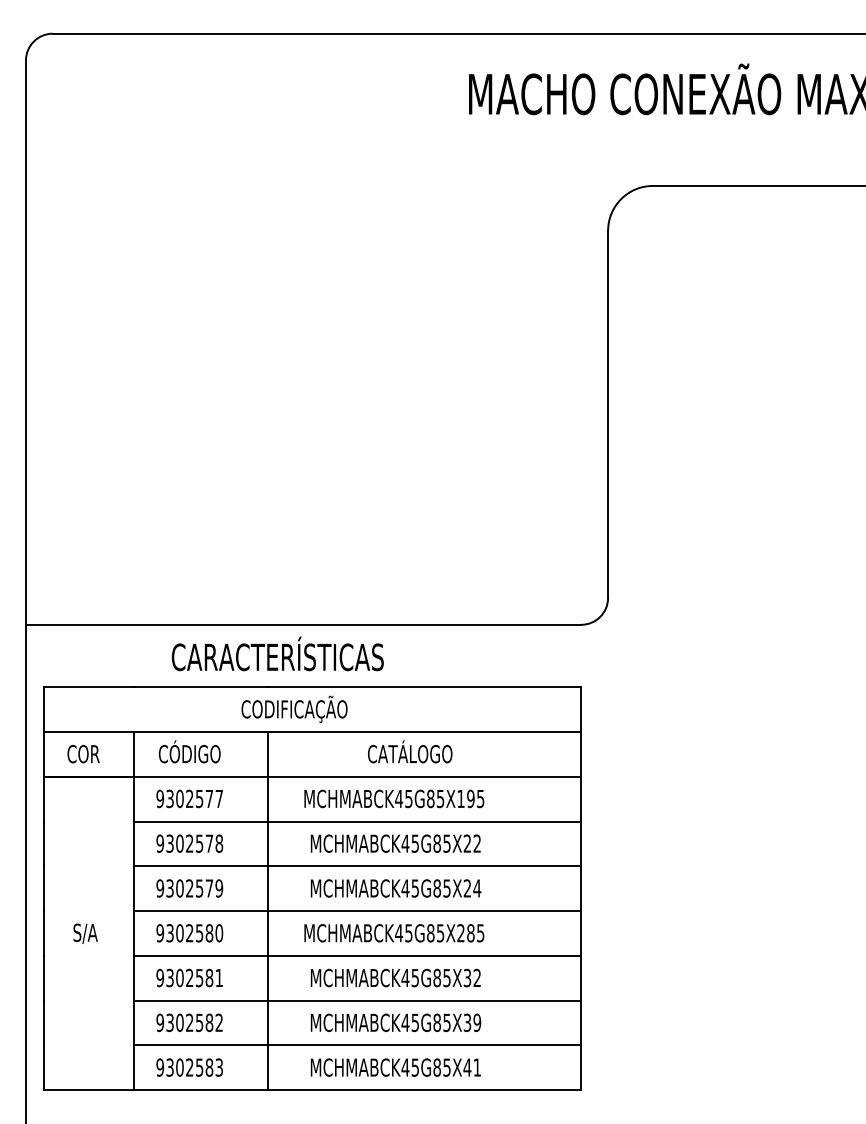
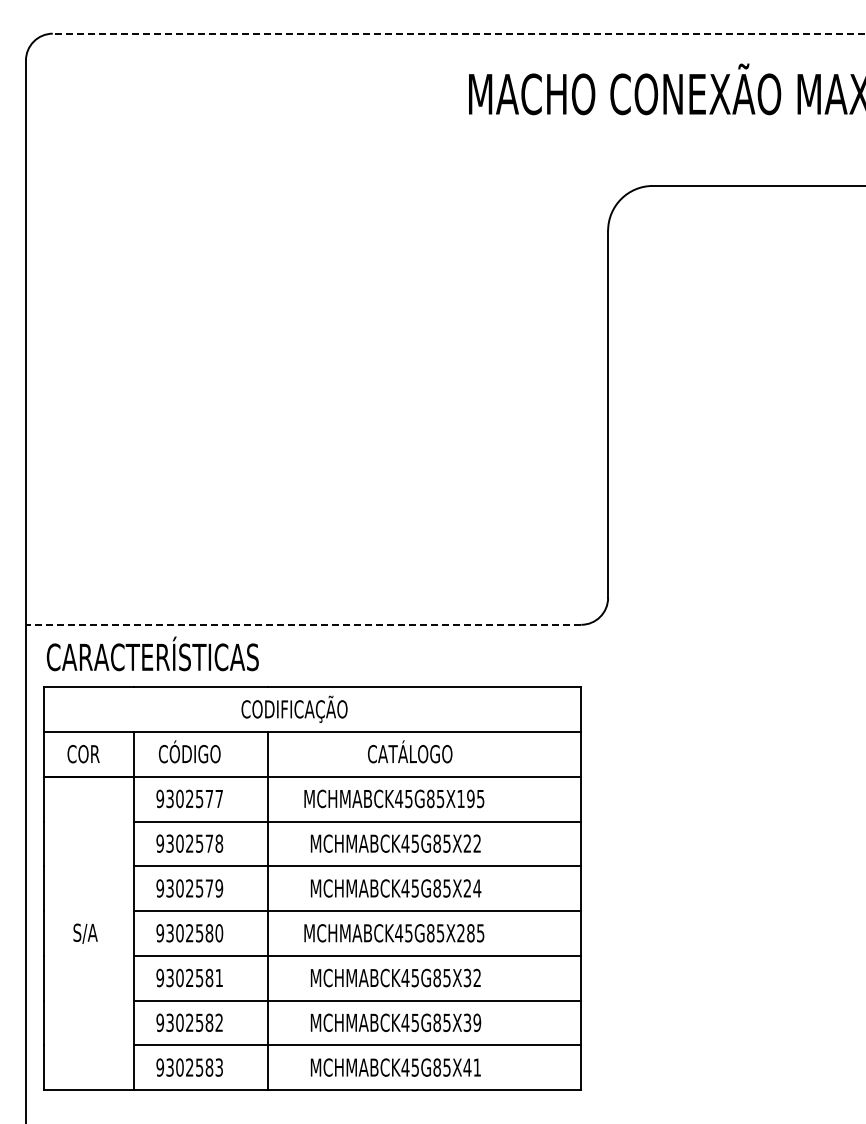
line at (458, 33): solid -> dashed
line at (303, 624): solid -> dashed
text at (277, 653) position: (277, 653) -> (152, 653)
